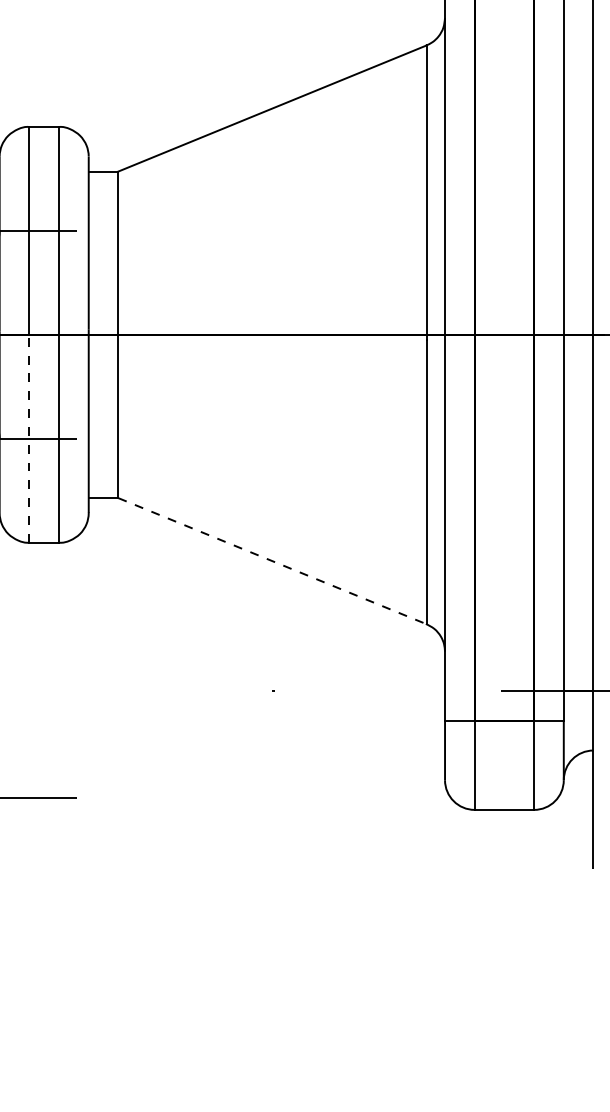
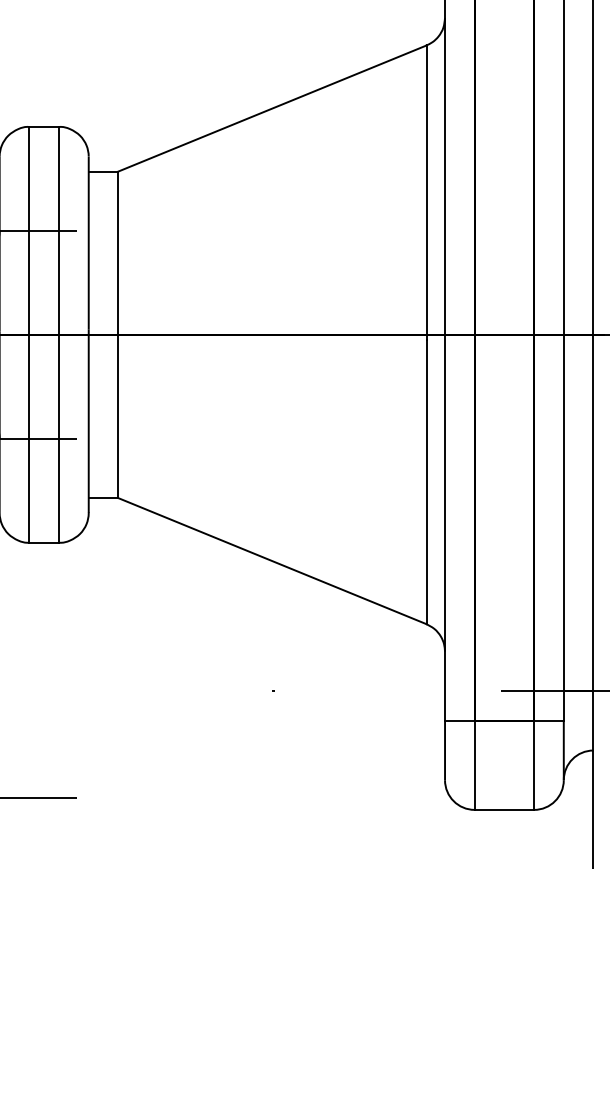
line at (29, 438): dashed -> solid
line at (272, 561): dashed -> solid
